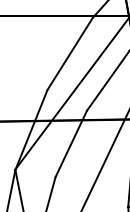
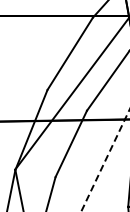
line at (105, 159): solid -> dashed
